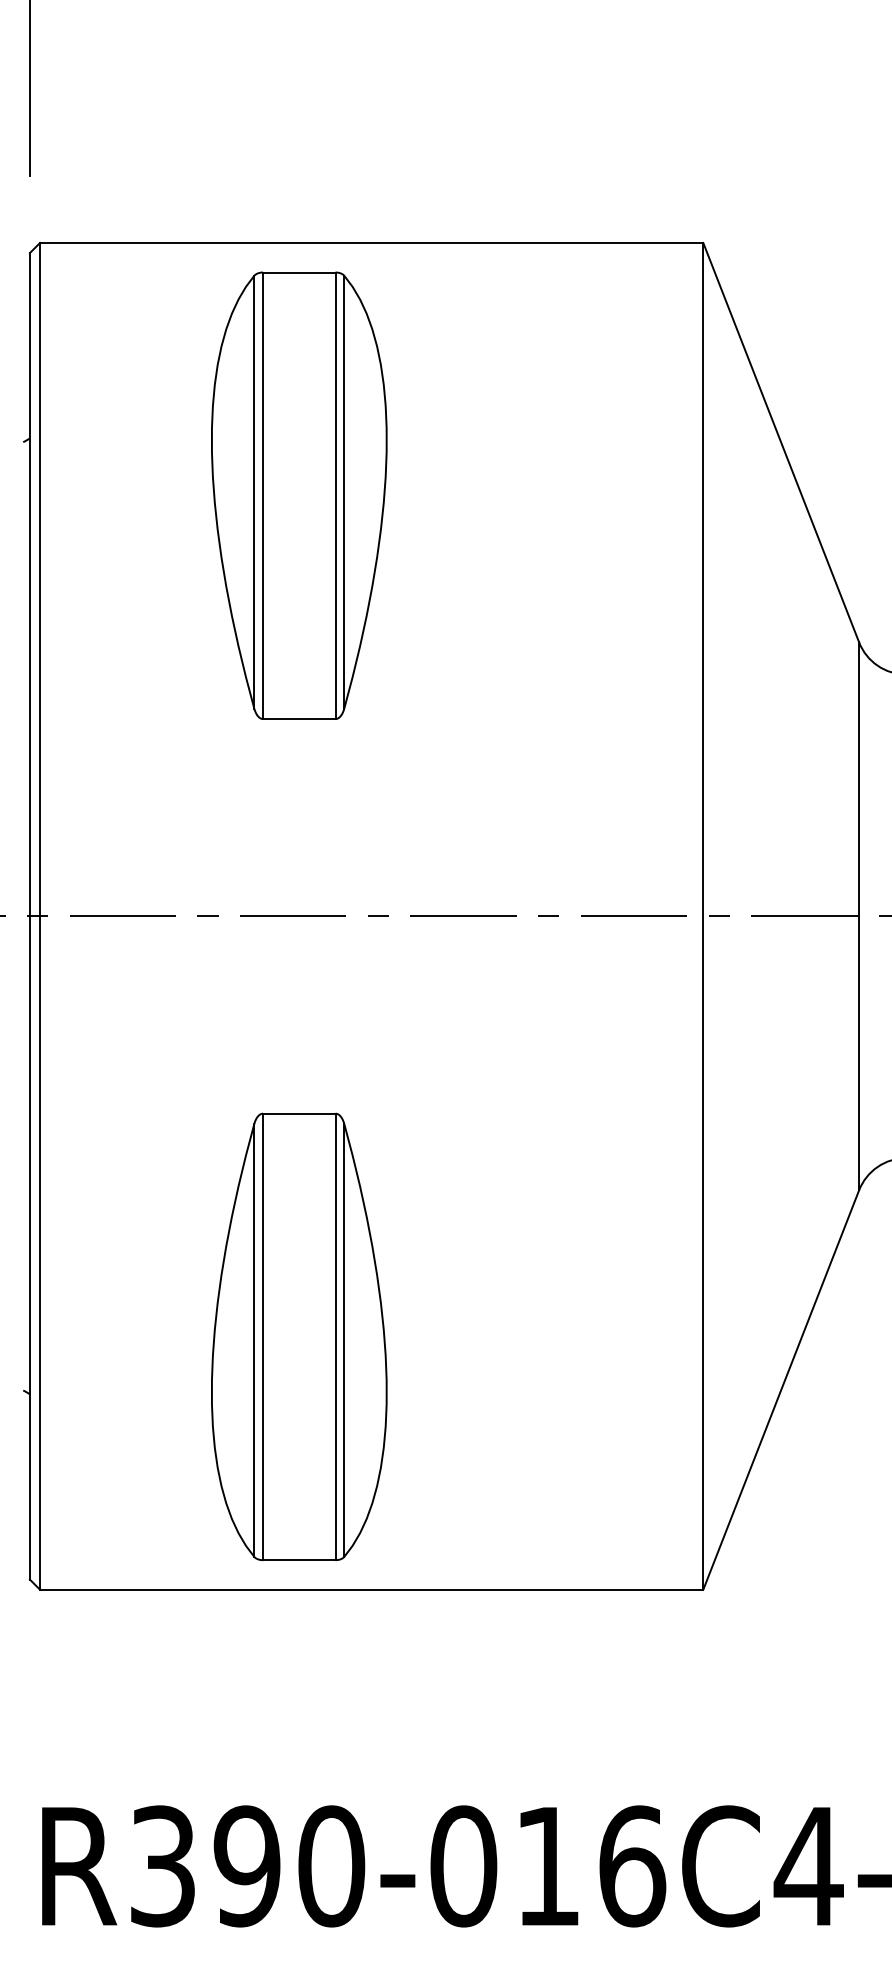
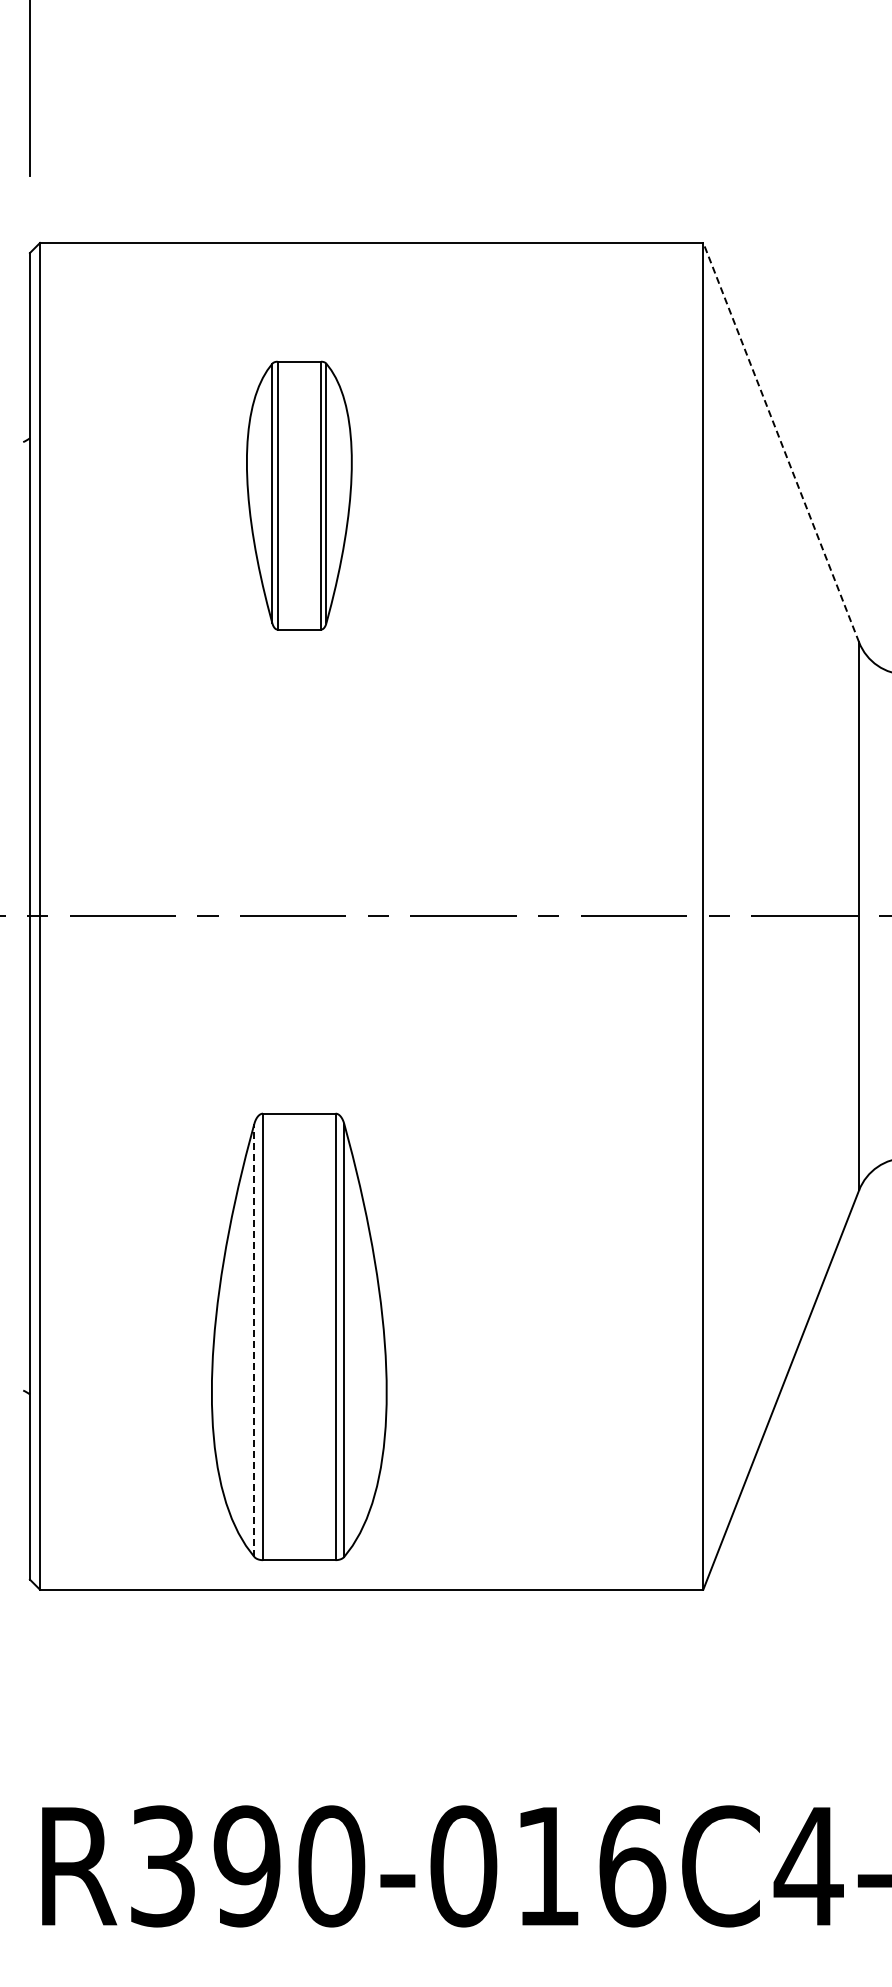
line at (781, 442): solid -> dashed
part at (299, 495) size: 177x449 px -> 107x271 px
line at (254, 1339): solid -> dashed
